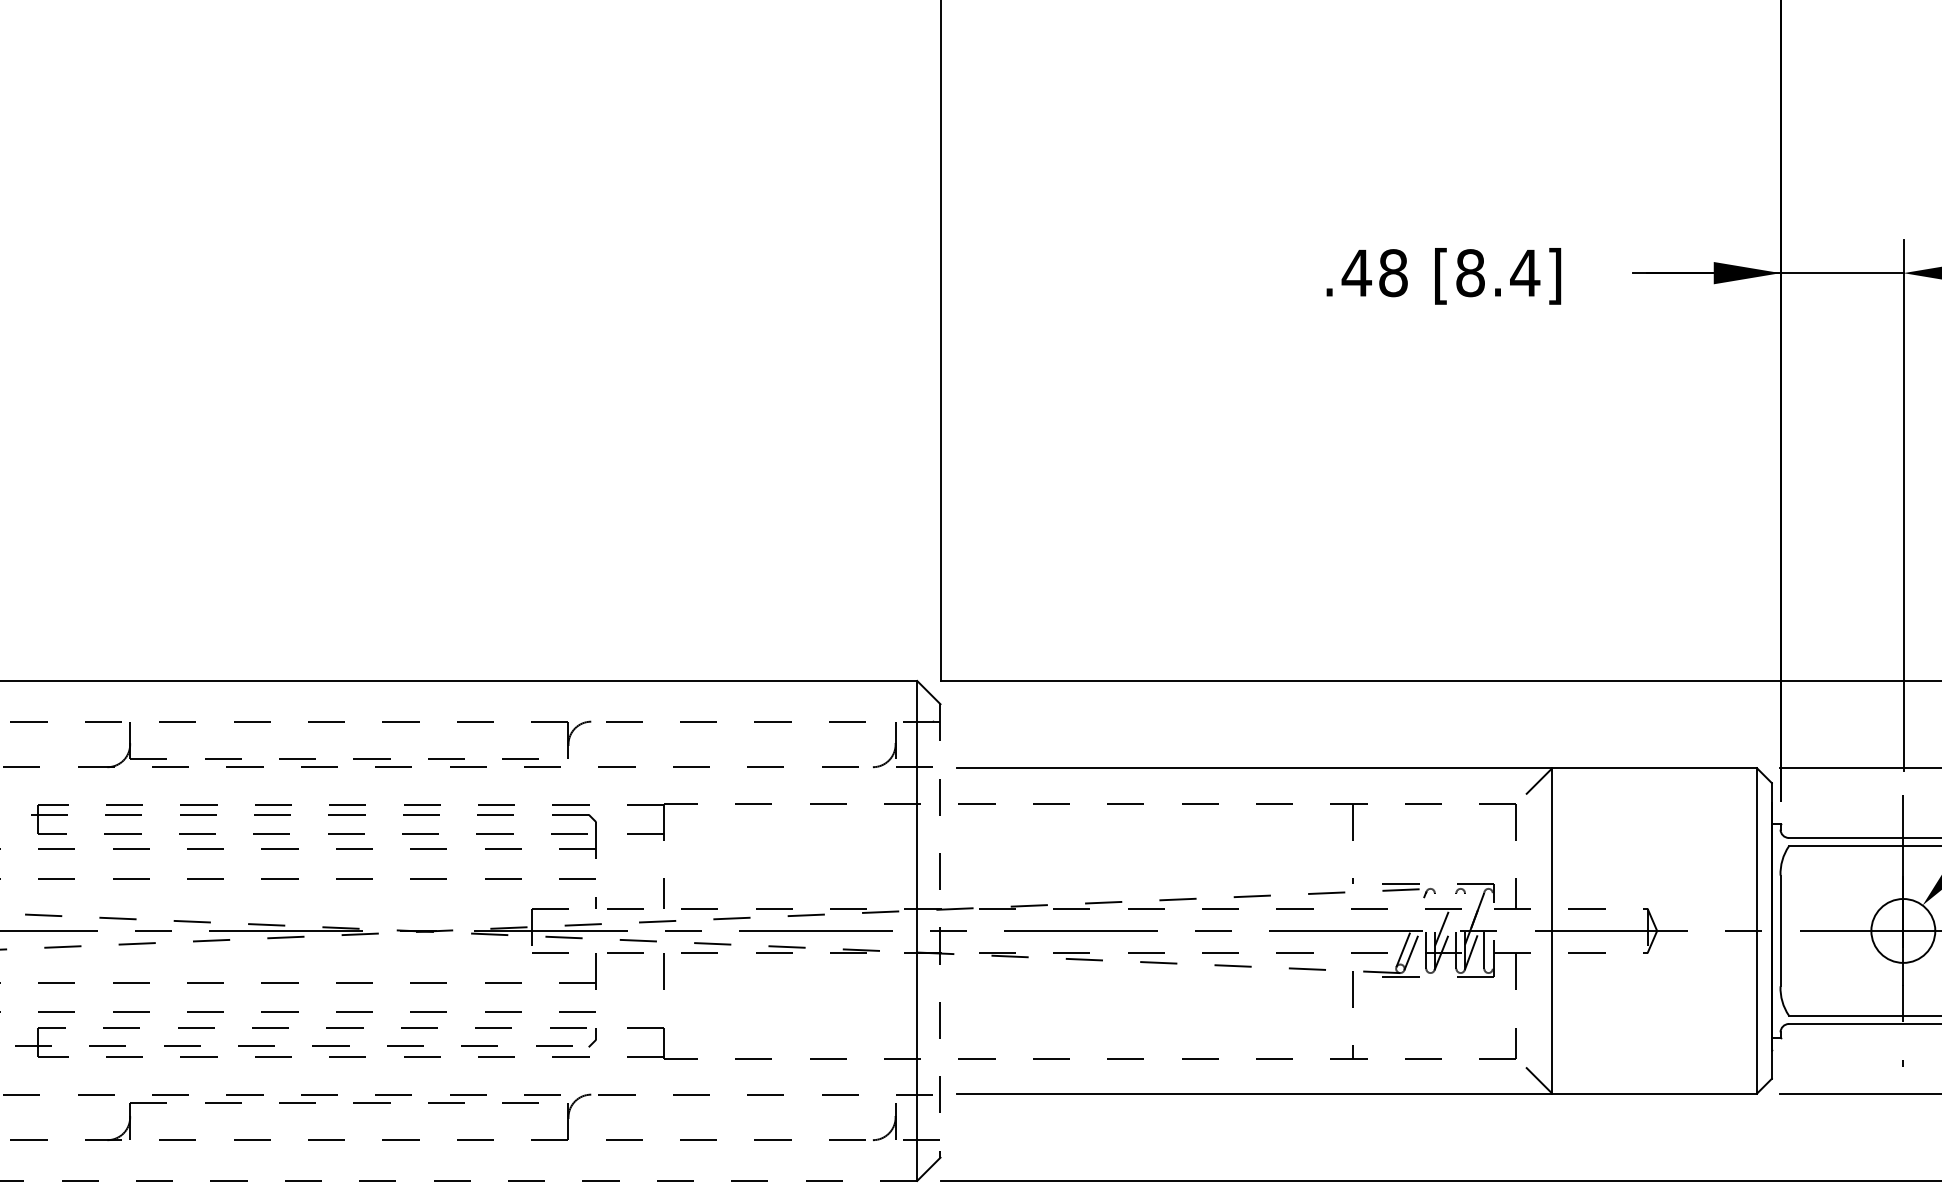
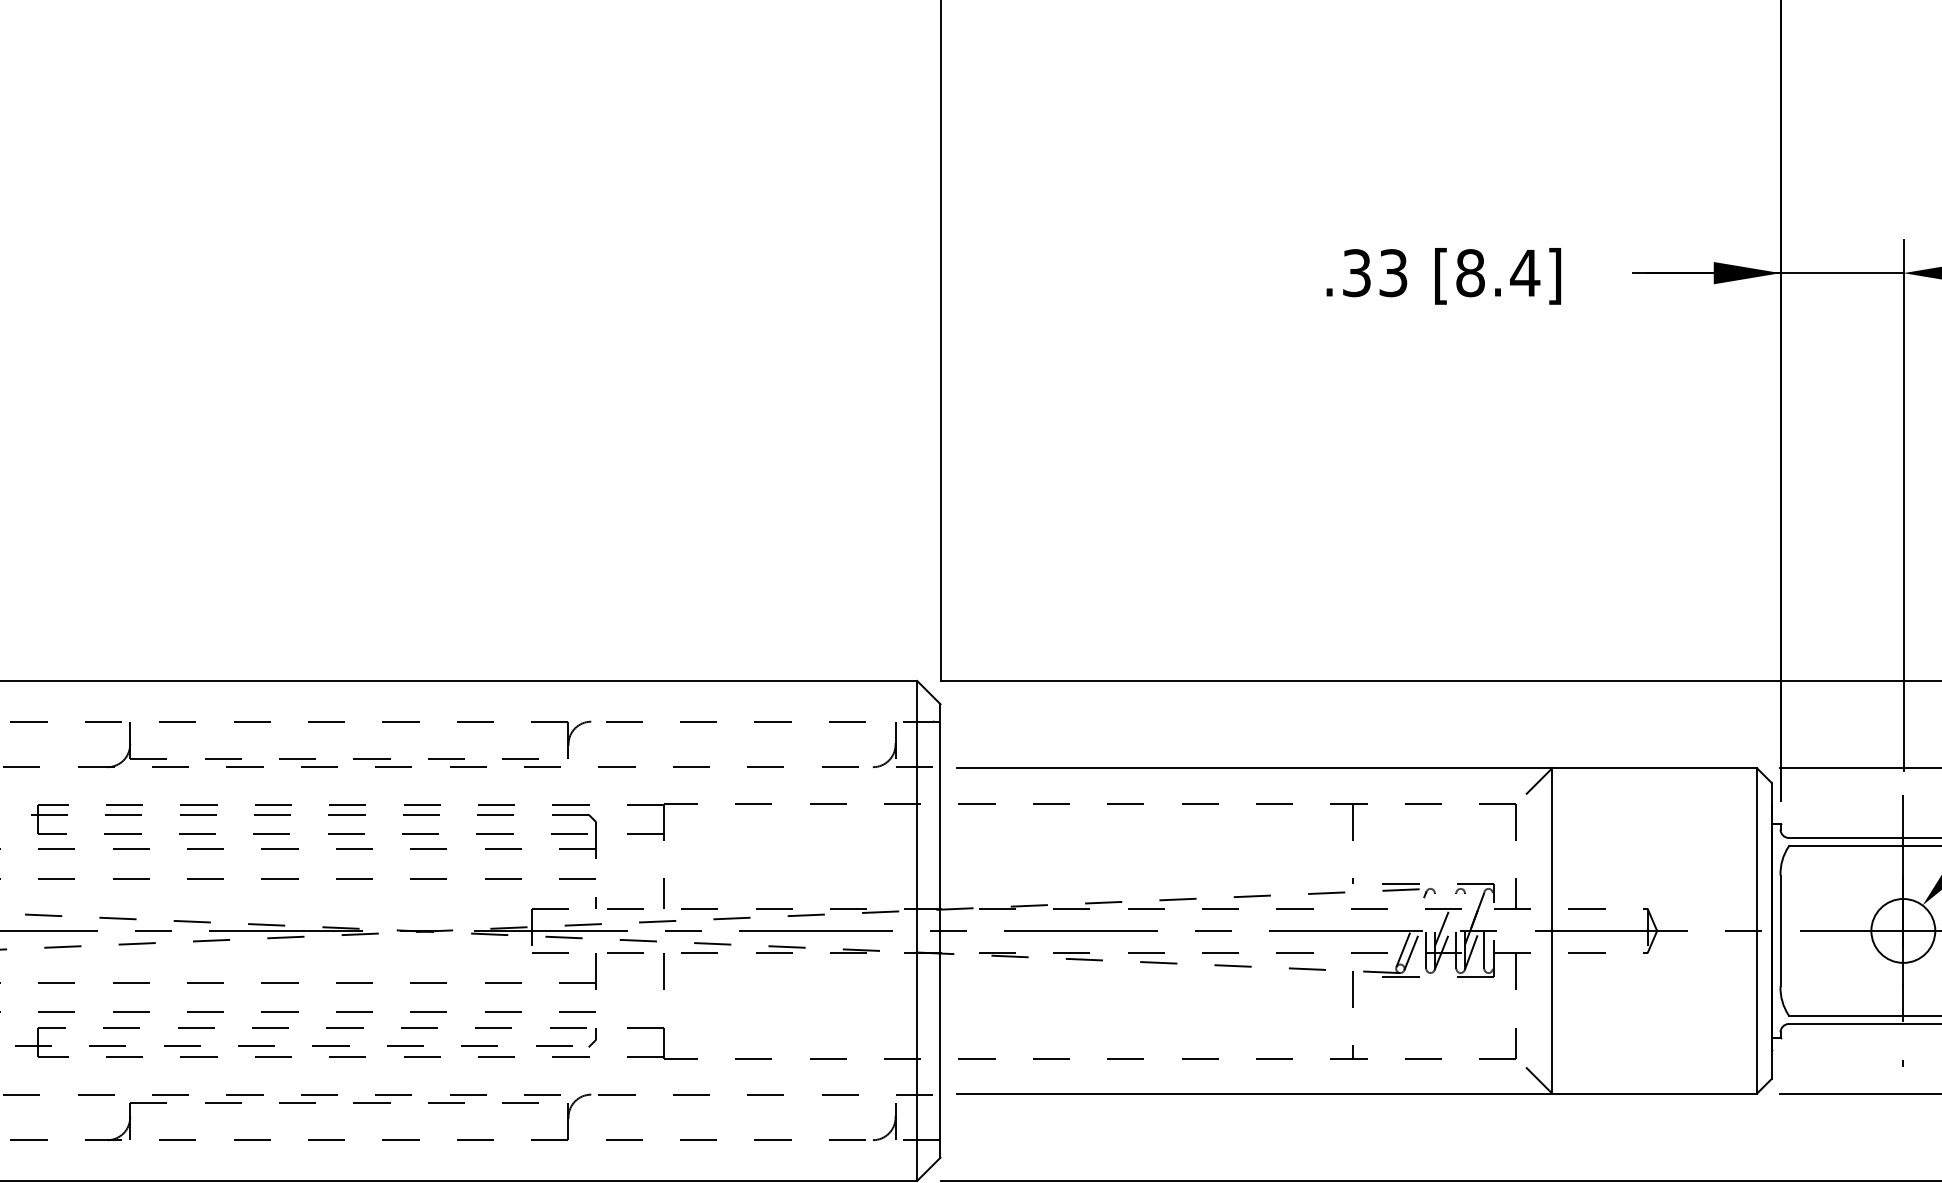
text at (1374, 273): .48 -> .33
line at (940, 930): dashed -> solid
line at (458, 1180): dashed -> solid
